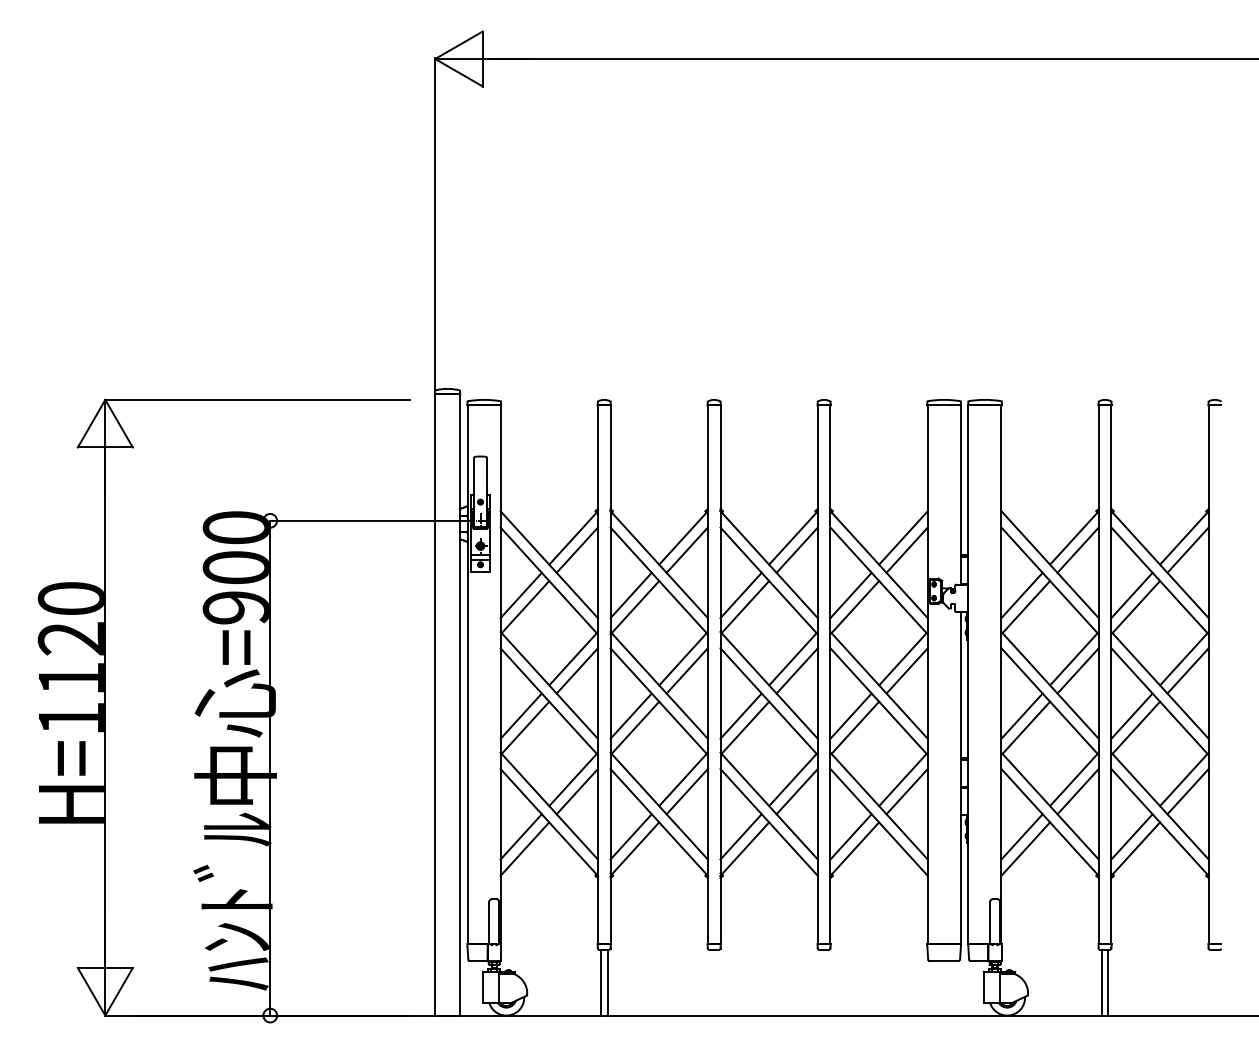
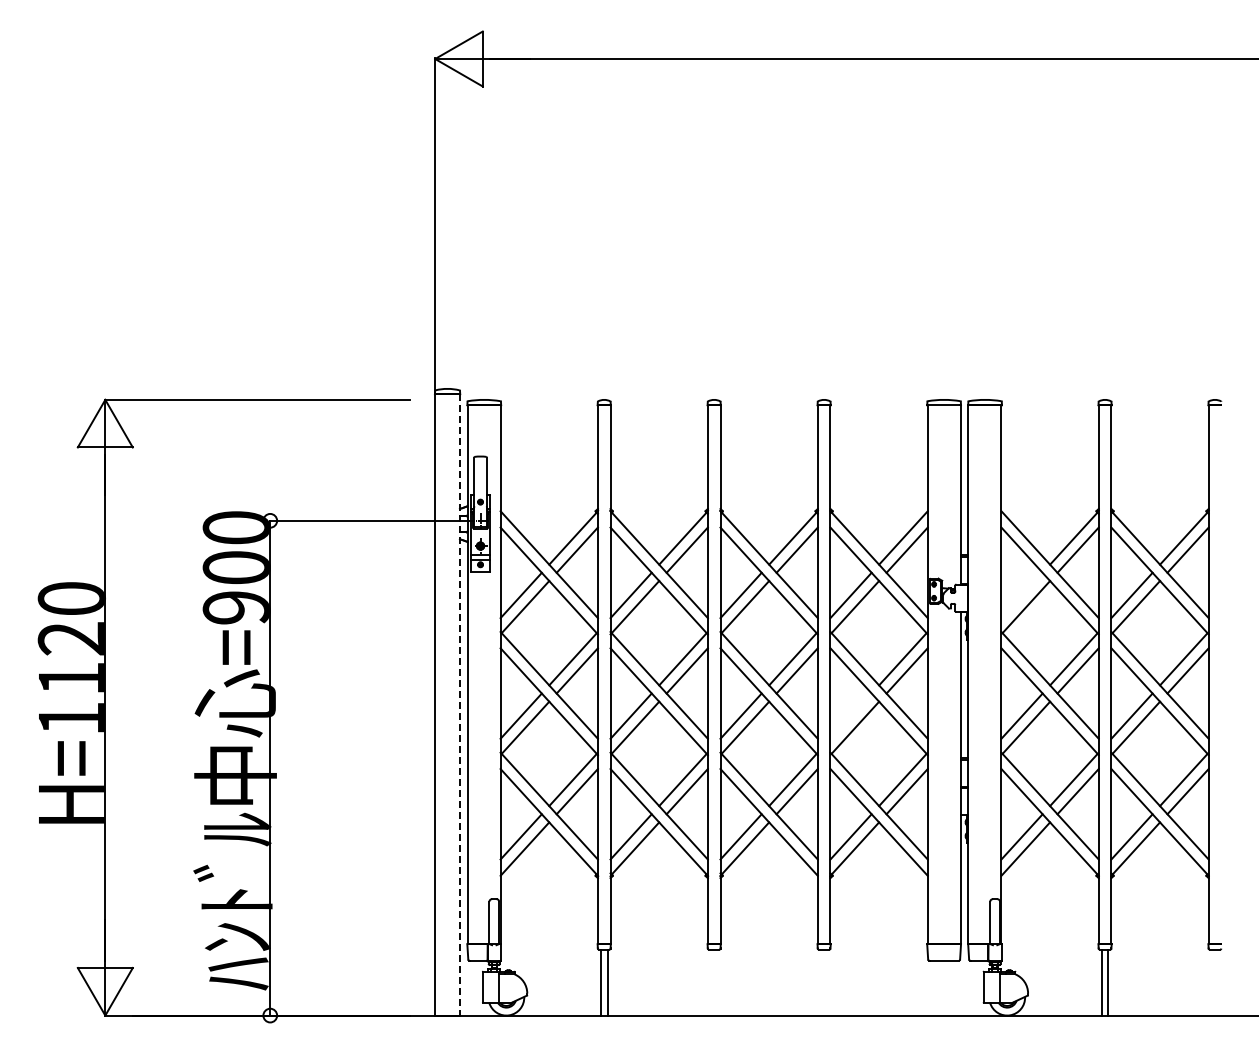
line at (1021, 595): present -> none
line at (459, 704): solid -> dashed
line at (850, 715): present -> none
